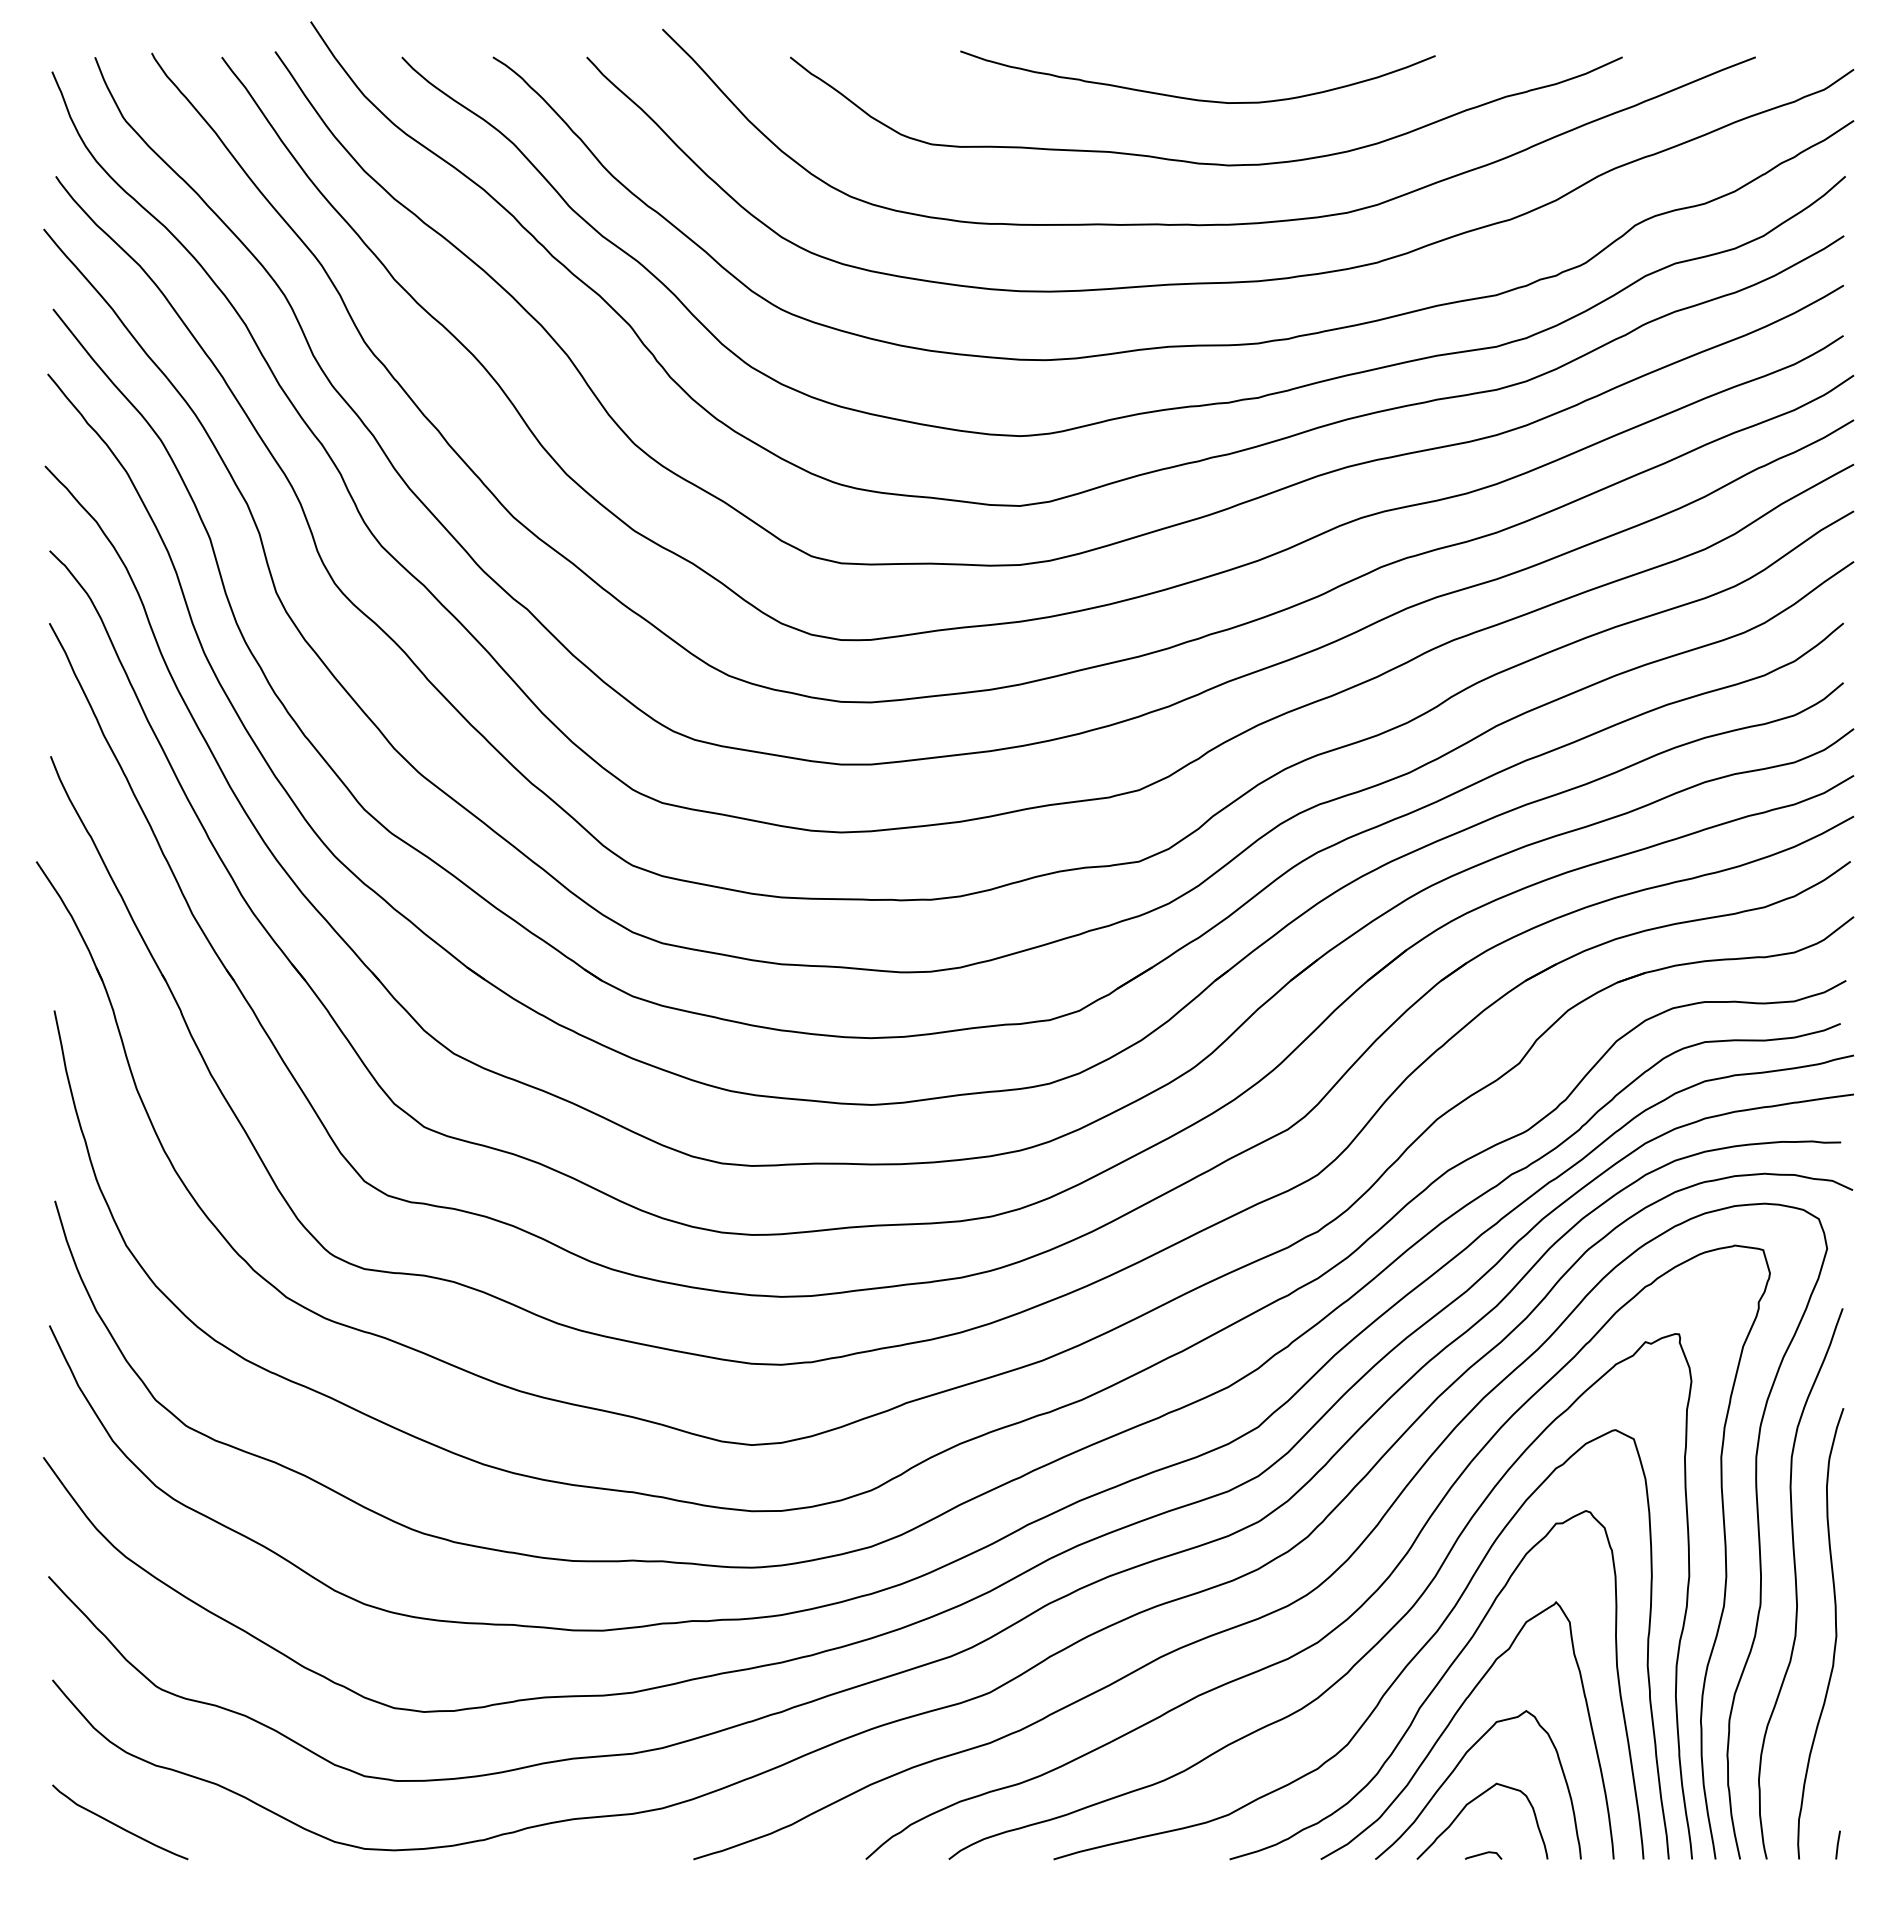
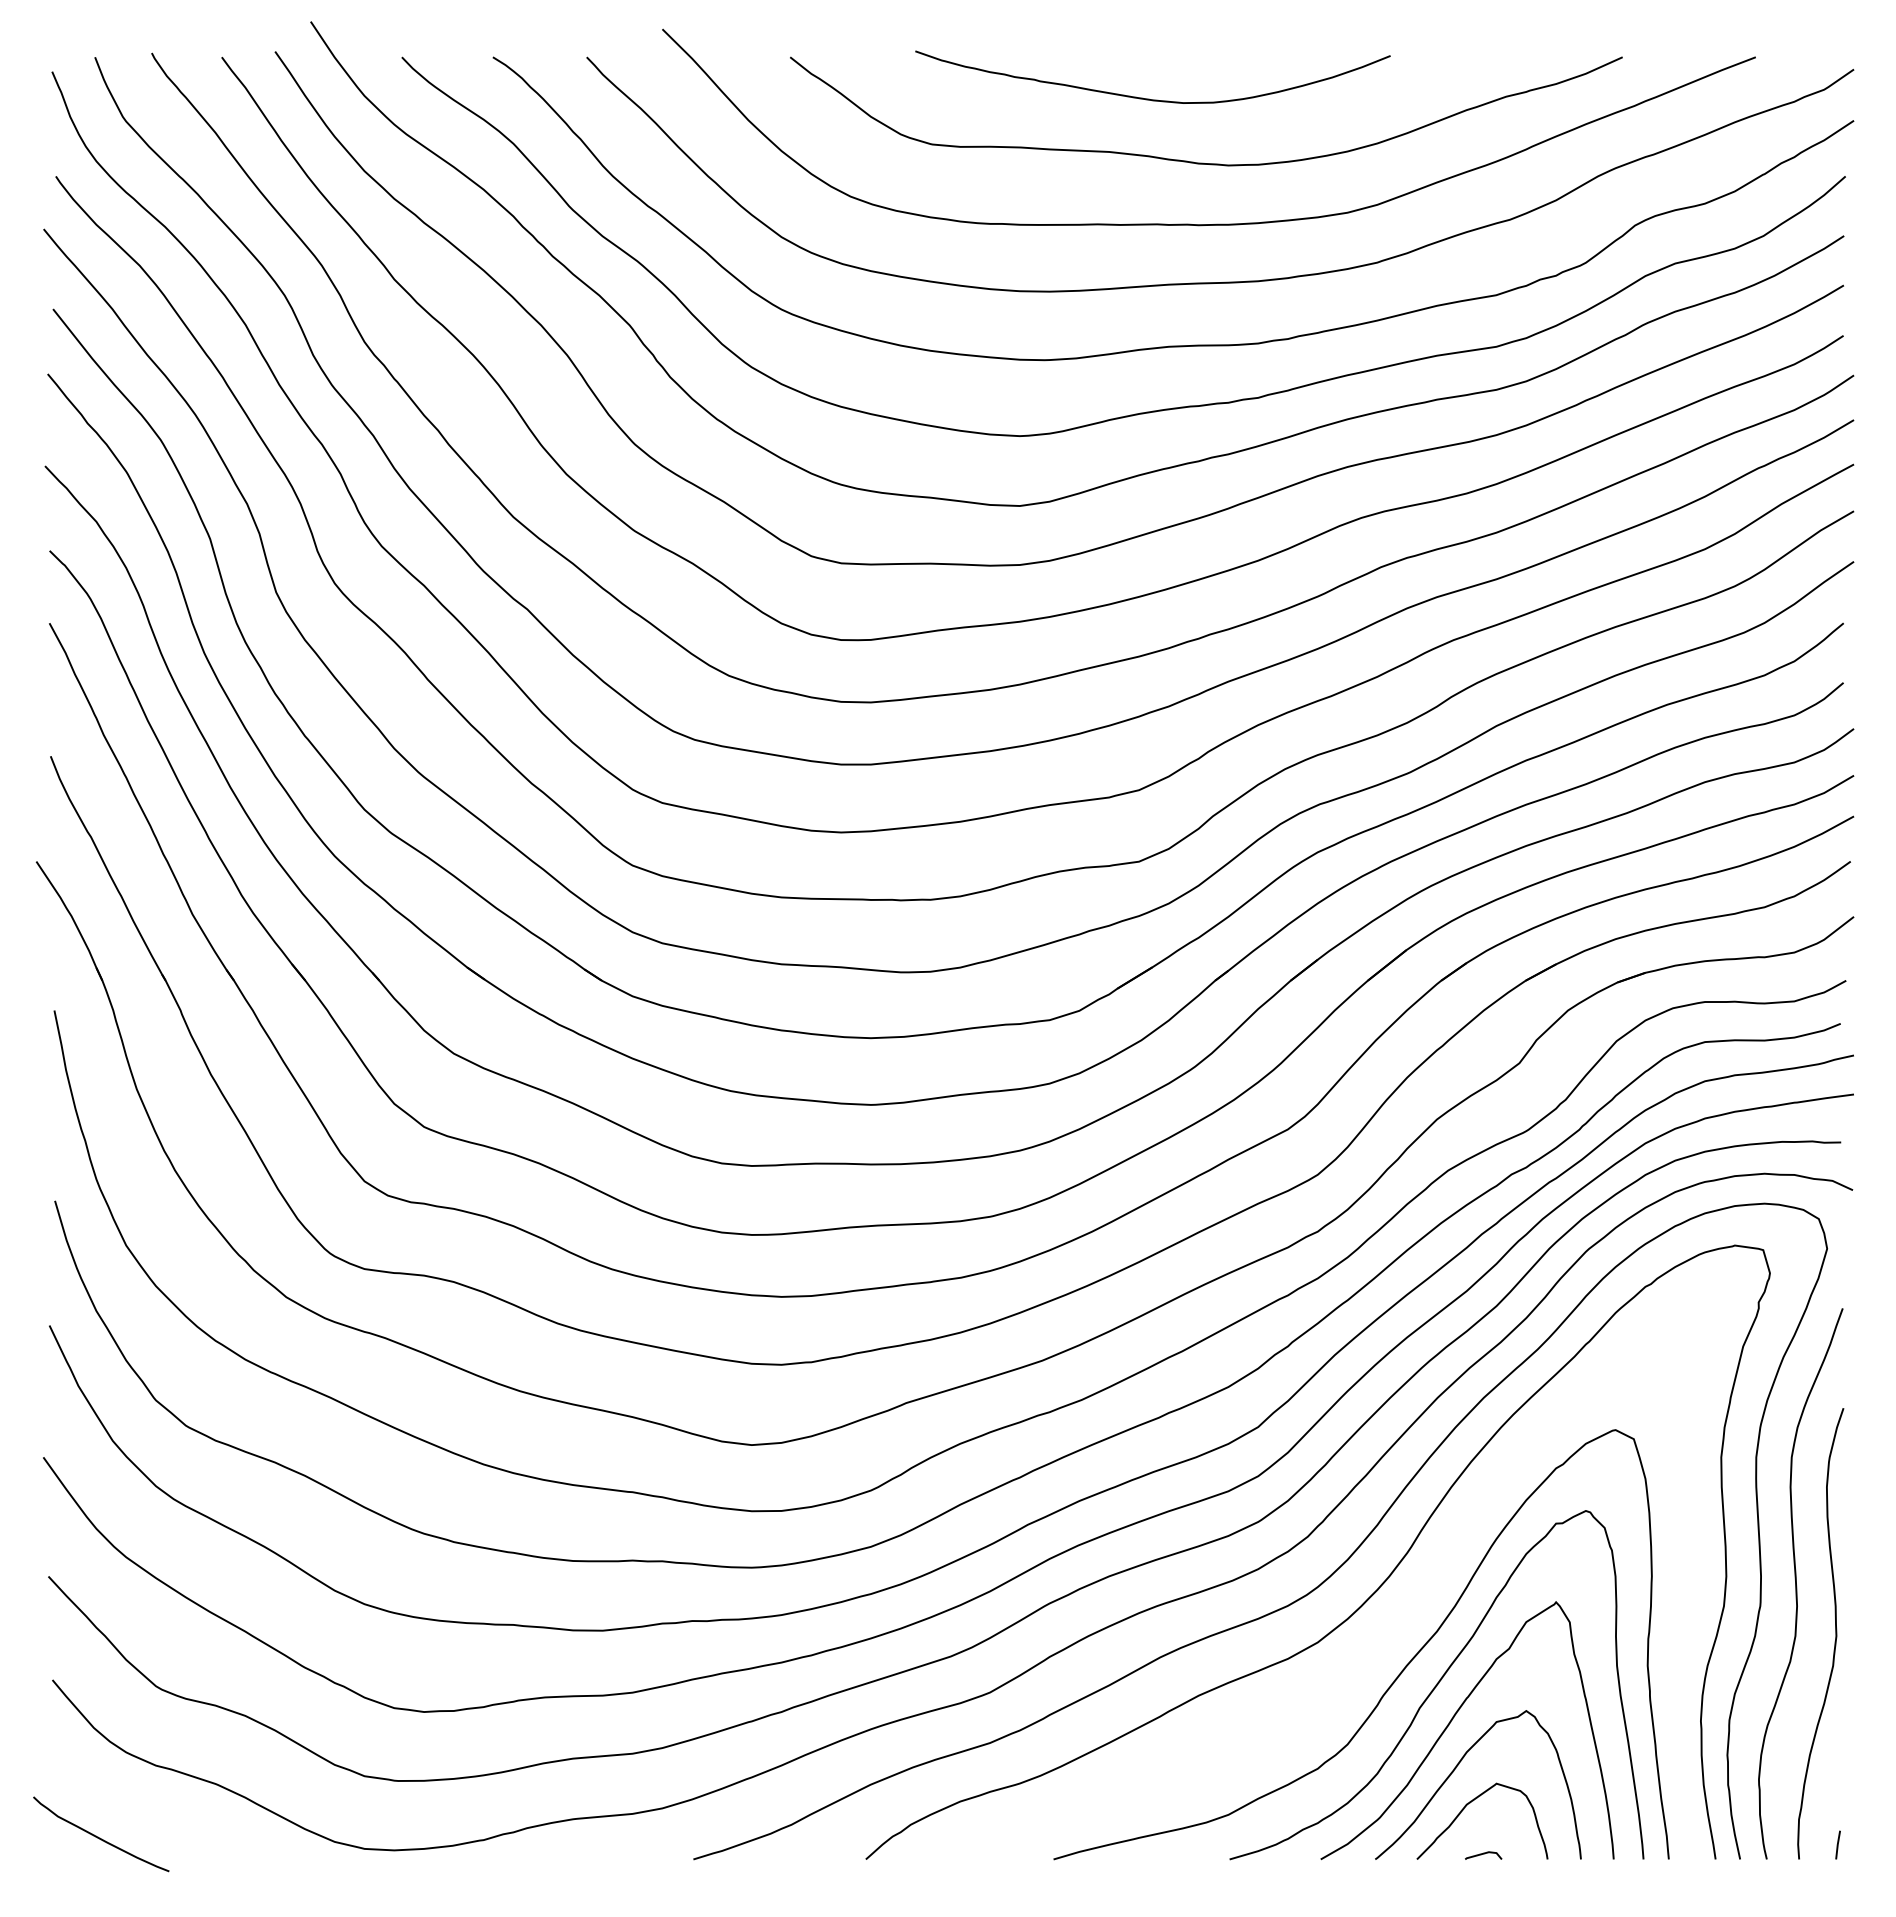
curve at (1194, 98) position: (1194, 98) -> (1149, 98)
curve at (1371, 1647): present -> none
curve at (119, 1825) position: (119, 1825) -> (100, 1837)
